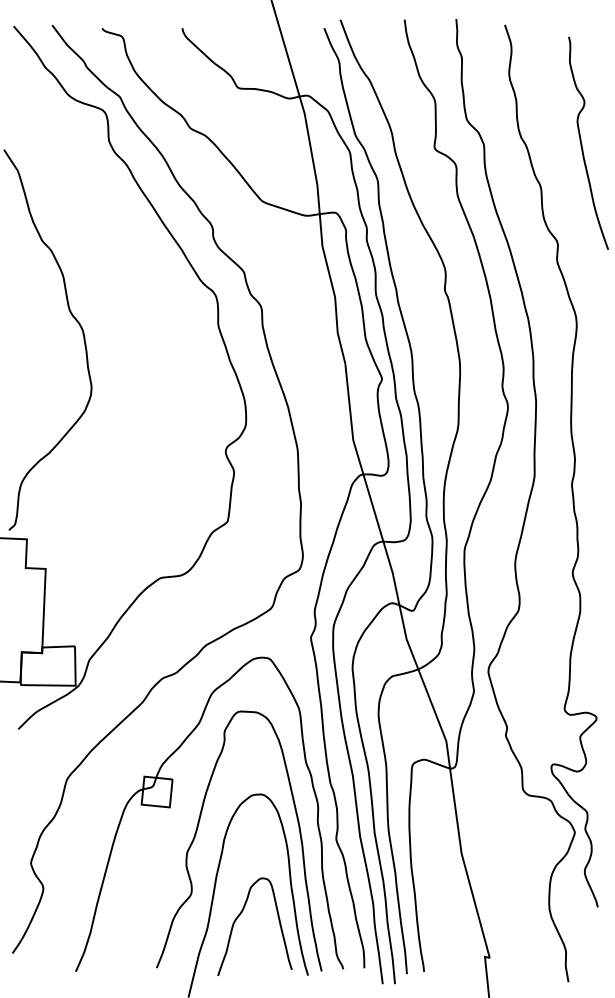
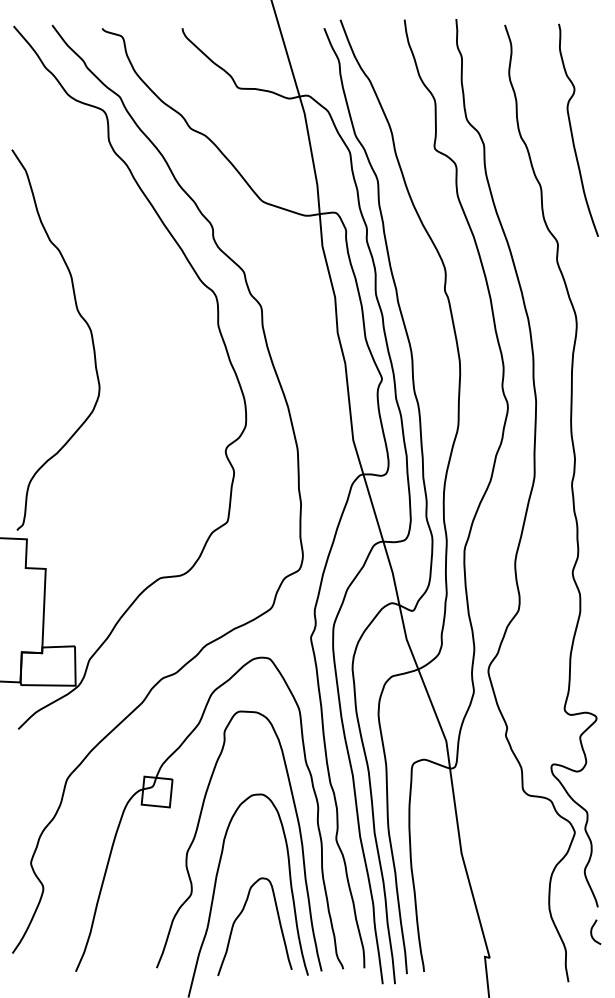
curve at (582, 143) position: (582, 143) -> (572, 130)
curve at (73, 318) position: (73, 318) -> (81, 318)
curve at (592, 931): none -> present
